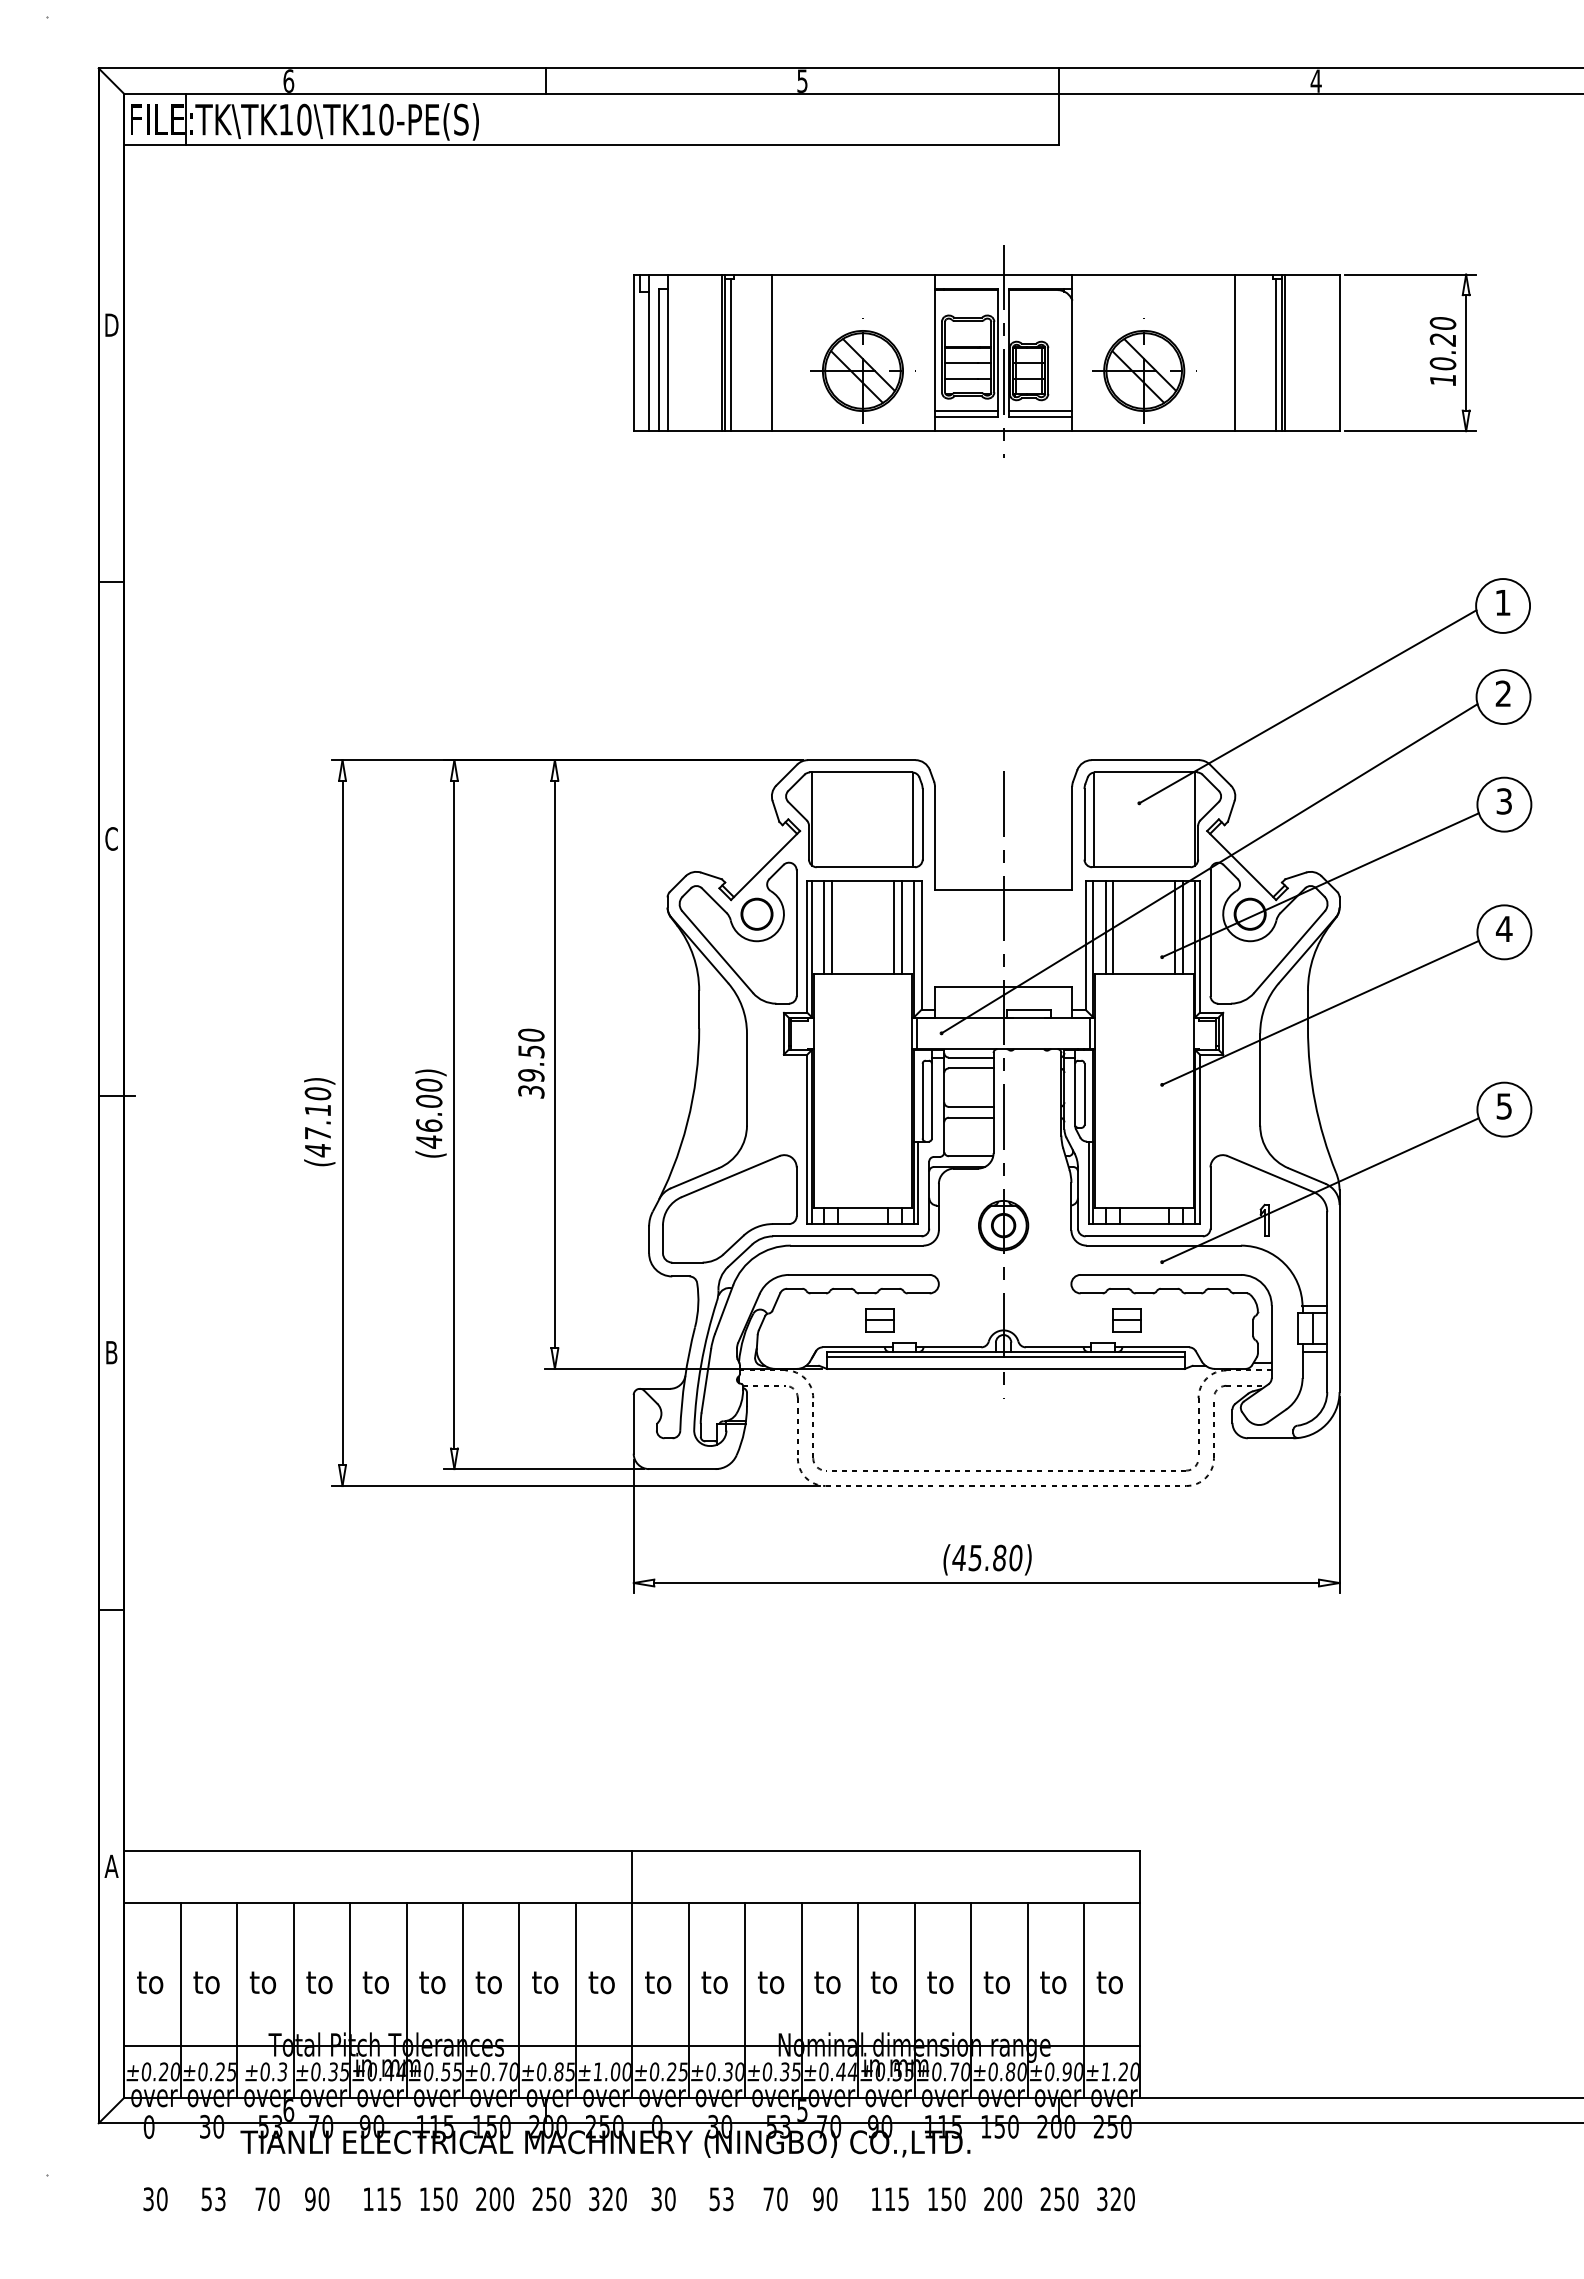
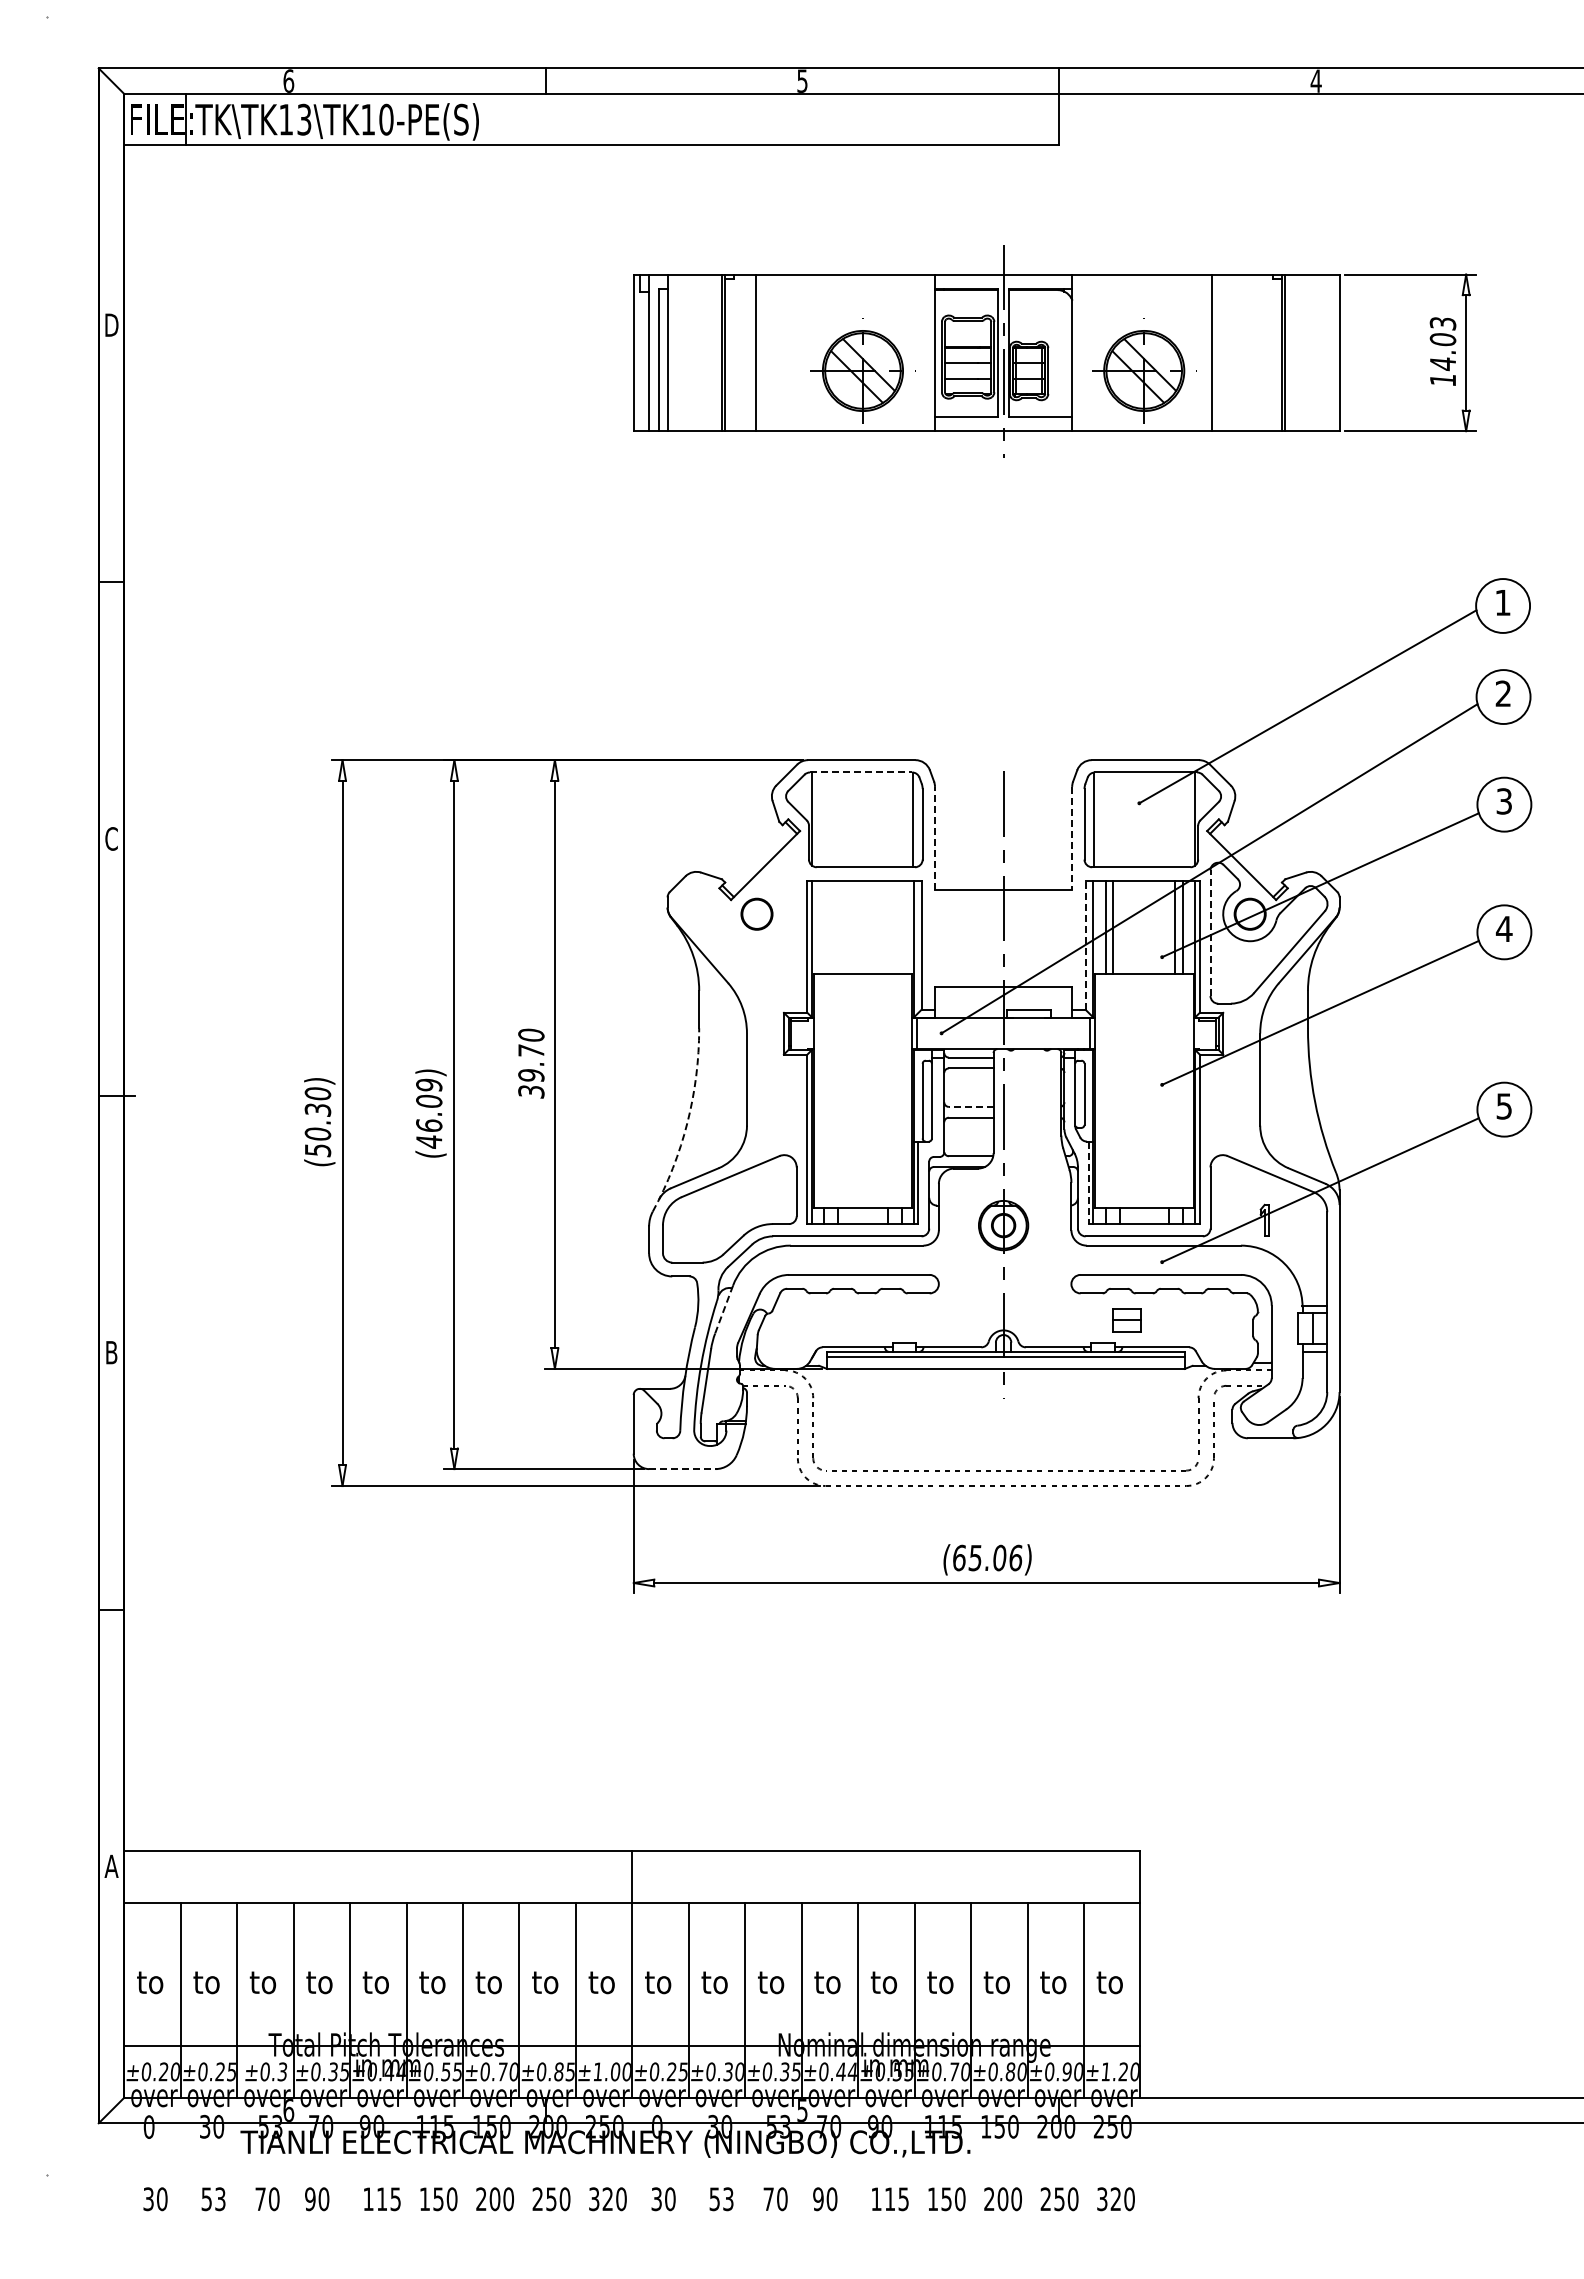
text at (304, 119): TK\TK10\TK10-PE(S) -> TK\TK13\TK10-PE(S)
text at (1442, 344): 10.20 -> 14.03
line at (771, 352) position: (771, 352) -> (755, 352)
line at (1235, 352) position: (1235, 352) -> (1212, 352)
line at (731, 355): present -> none
line at (1276, 355): present -> none
line at (966, 411): present -> none
line at (1040, 411): present -> none
line at (861, 772): solid -> dashed
line at (935, 837): solid -> dashed
line at (1072, 838): solid -> dashed
line at (824, 927): present -> none
line at (832, 927): present -> none
line at (893, 927): present -> none
line at (901, 927): present -> none
part at (737, 932): present -> none
line at (1210, 933): solid -> dashed
line at (1085, 944): solid -> dashed
text at (531, 1051): 39.50 -> 39.70
text at (429, 1084): (46.00) -> (46.09)
line at (970, 1106): solid -> dashed
arc at (687, 1122): solid -> dashed
text at (317, 1130): (47.10) -> (50.30)
line at (1088, 1183): solid -> dashed
line at (724, 1309): solid -> dashed
part at (879, 1320): present -> none
line at (683, 1469): solid -> dashed
text at (987, 1557): (45.80) -> (65.06)
